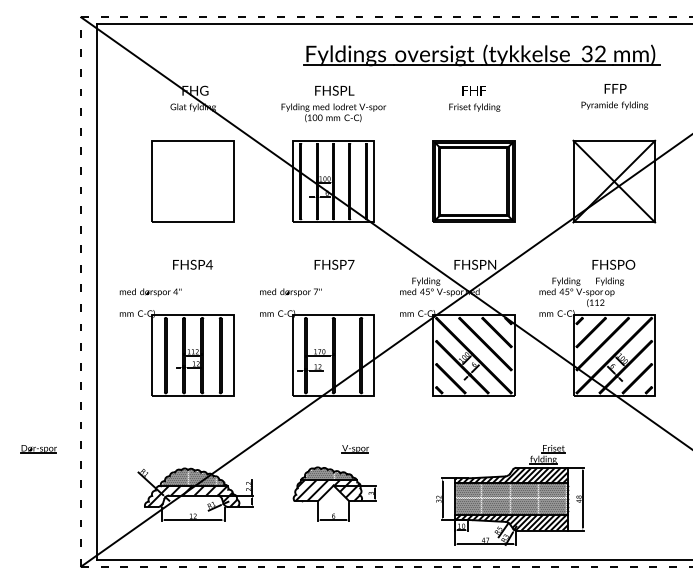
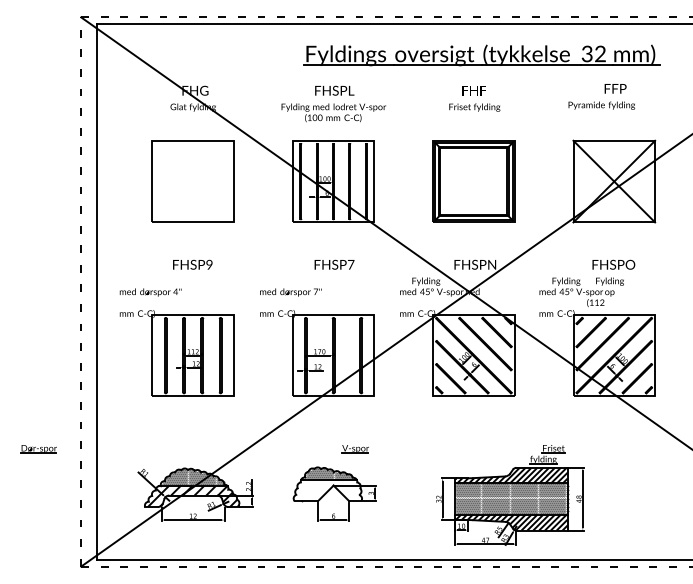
text at (614, 105) position: (614, 105) -> (601, 105)
text at (208, 264): FHSP4 -> FHSP9
hatch at (327, 490): present -> none
